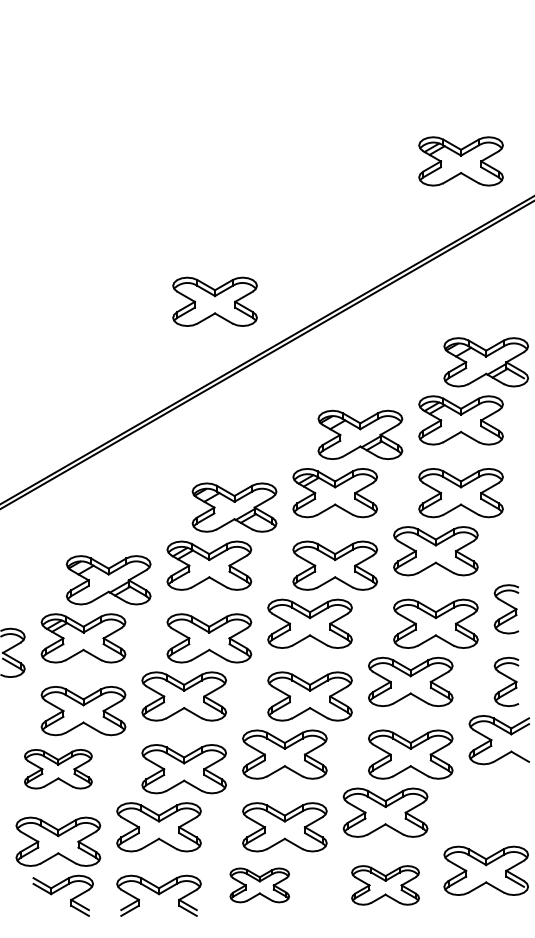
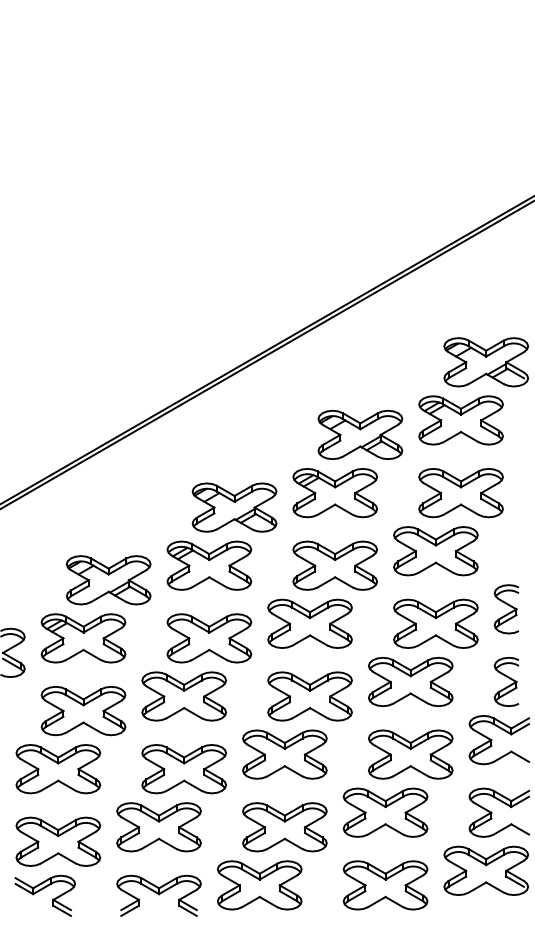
part at (460, 161): present -> none
part at (214, 301): present -> none
part at (58, 769) size: 69x41 px -> 87x51 px
part at (492, 812): none -> present
part at (259, 885) size: 61x37 px -> 86x51 px
part at (385, 885) size: 69x41 px -> 87x51 px
part at (62, 895) position: (62, 895) -> (44, 895)
